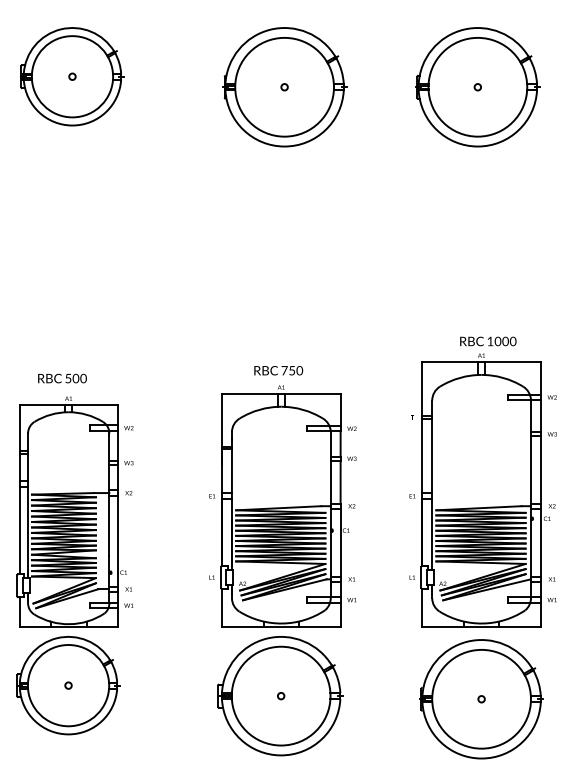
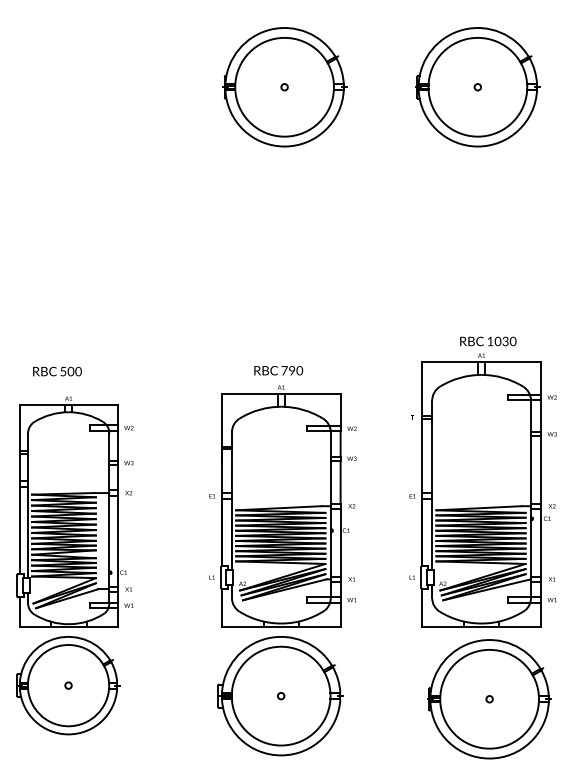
part at (72, 76): present -> none
text at (505, 341): 1000 -> 1030
text at (292, 370): 750 -> 790
text at (62, 378) position: (62, 378) -> (57, 371)
part at (481, 699) position: (481, 699) -> (489, 699)
